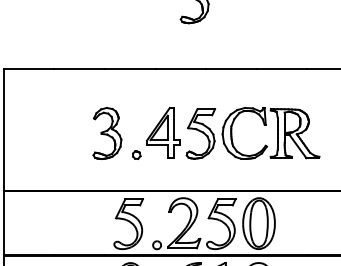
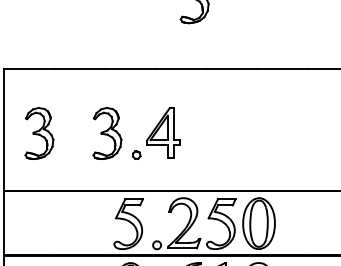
part at (263, 125): present -> none
part at (39, 133): none -> present
